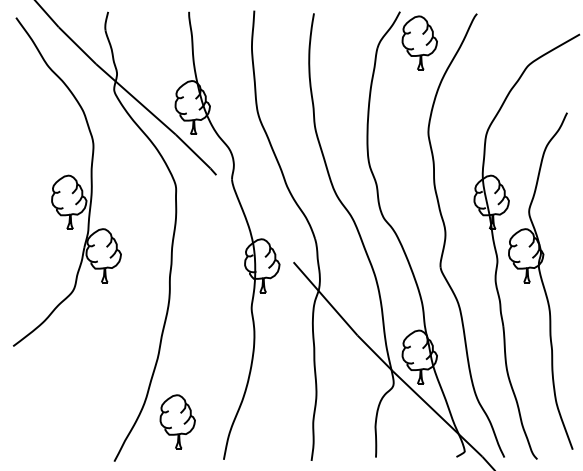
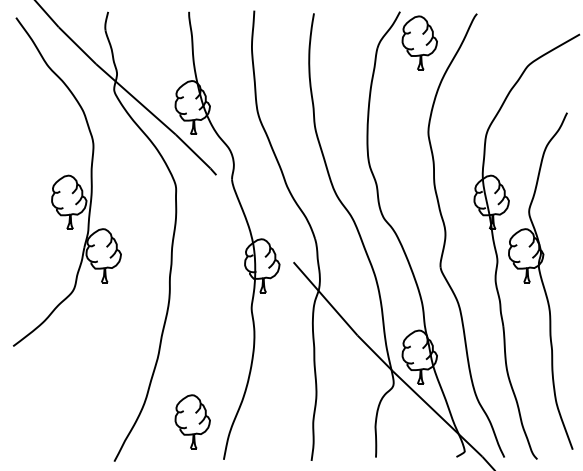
part at (177, 421) position: (177, 421) -> (192, 421)
